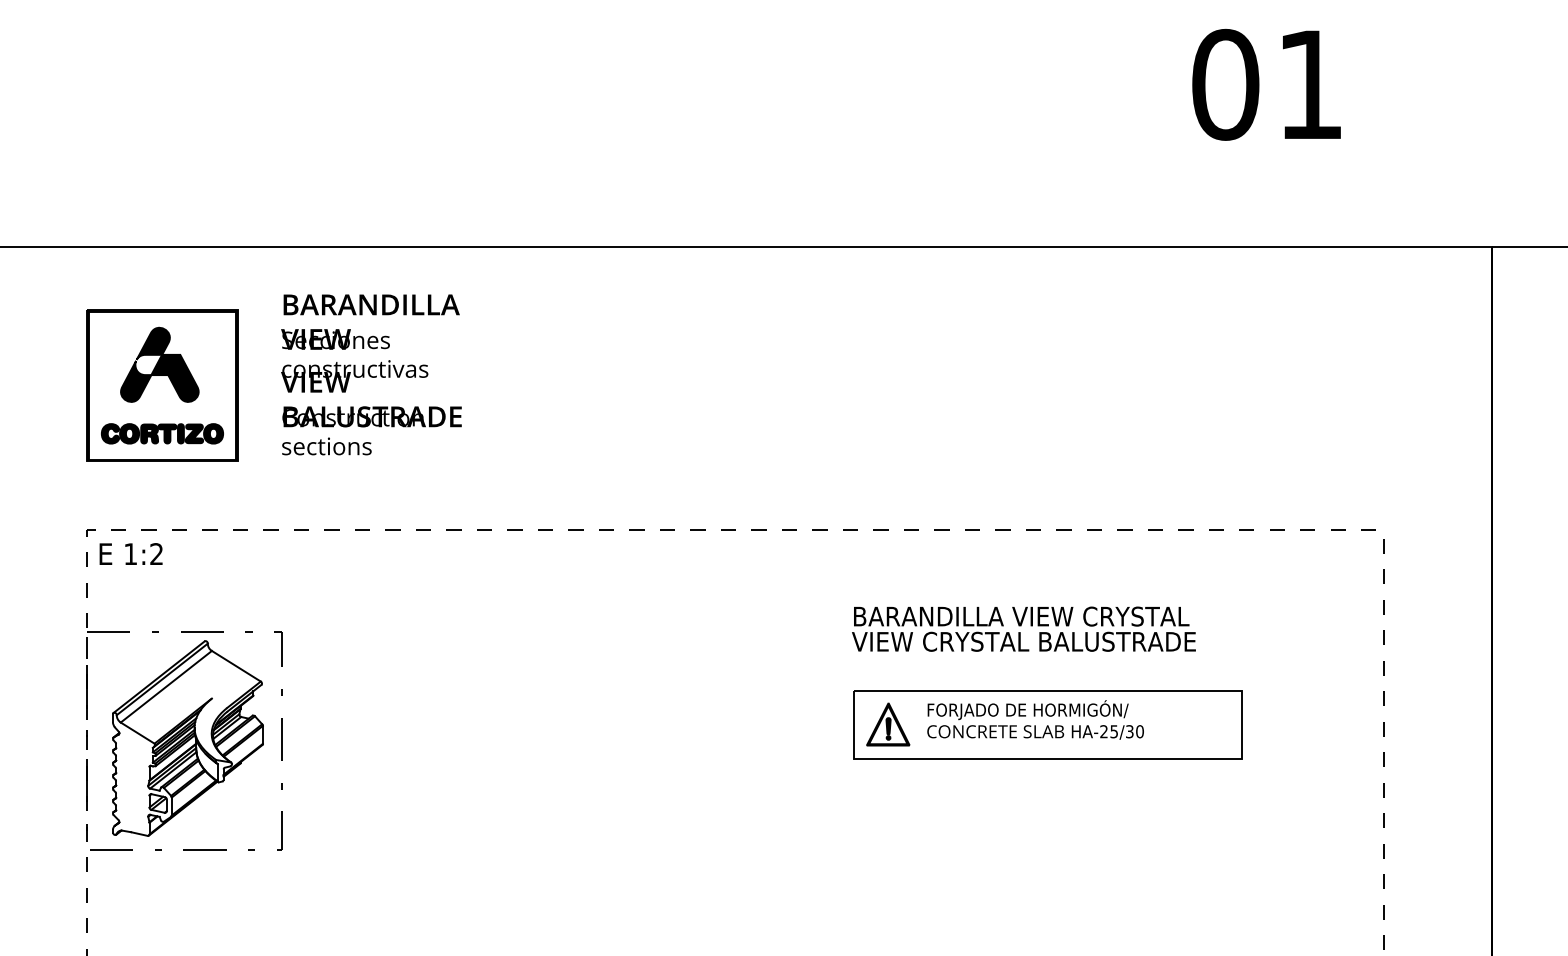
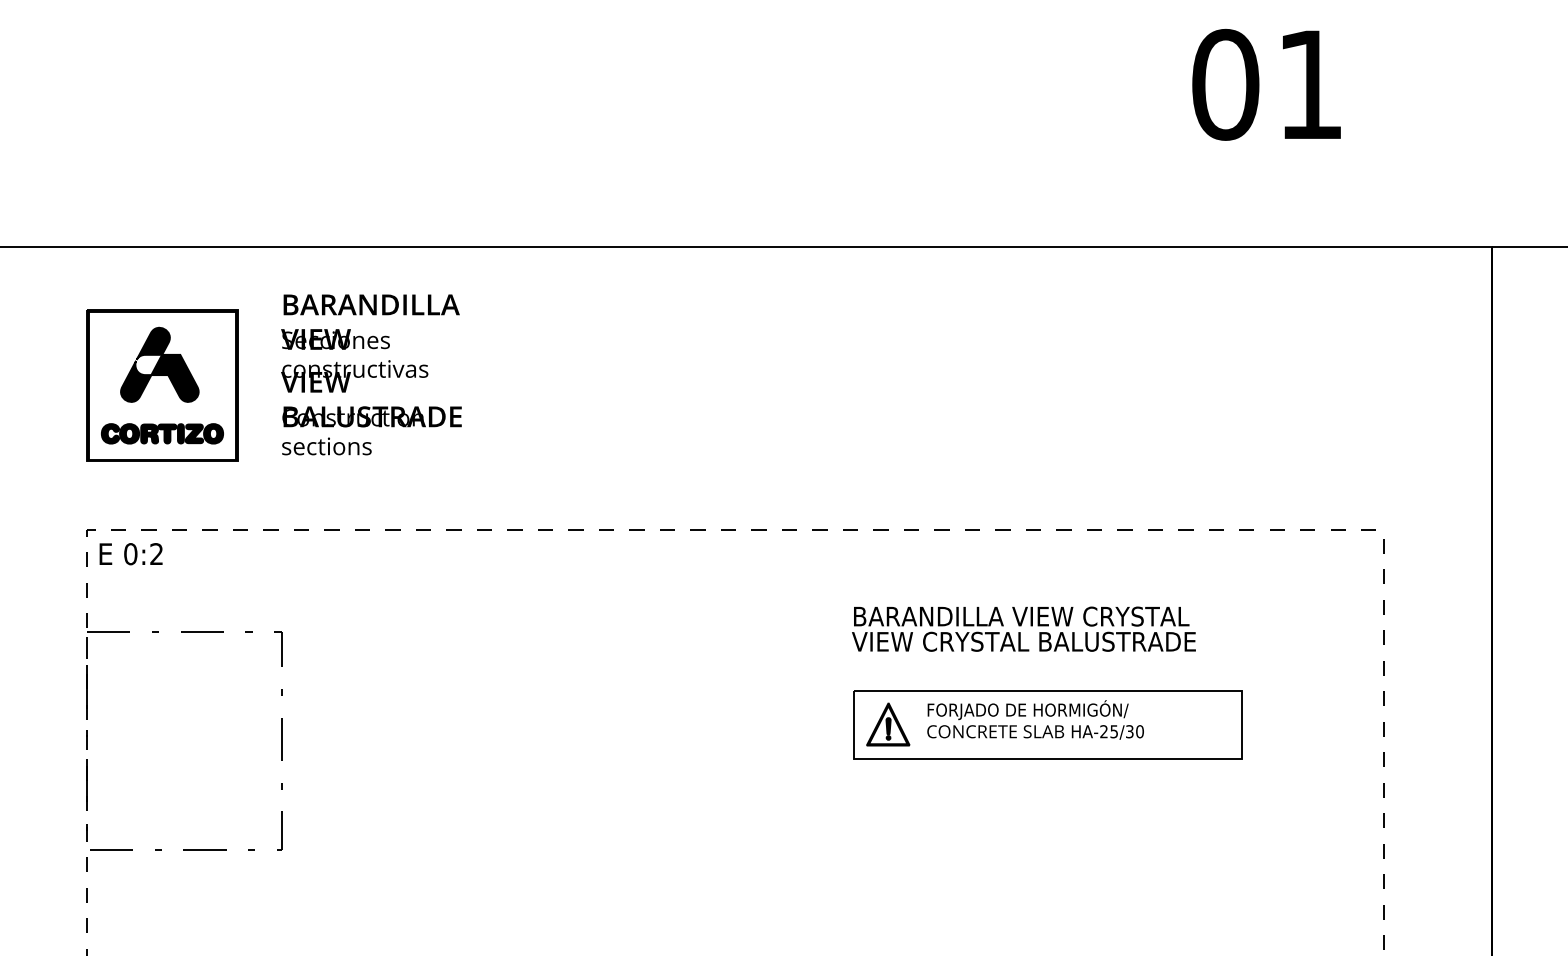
text at (130, 554): 1:2 -> 0:2
part at (187, 738): present -> none
